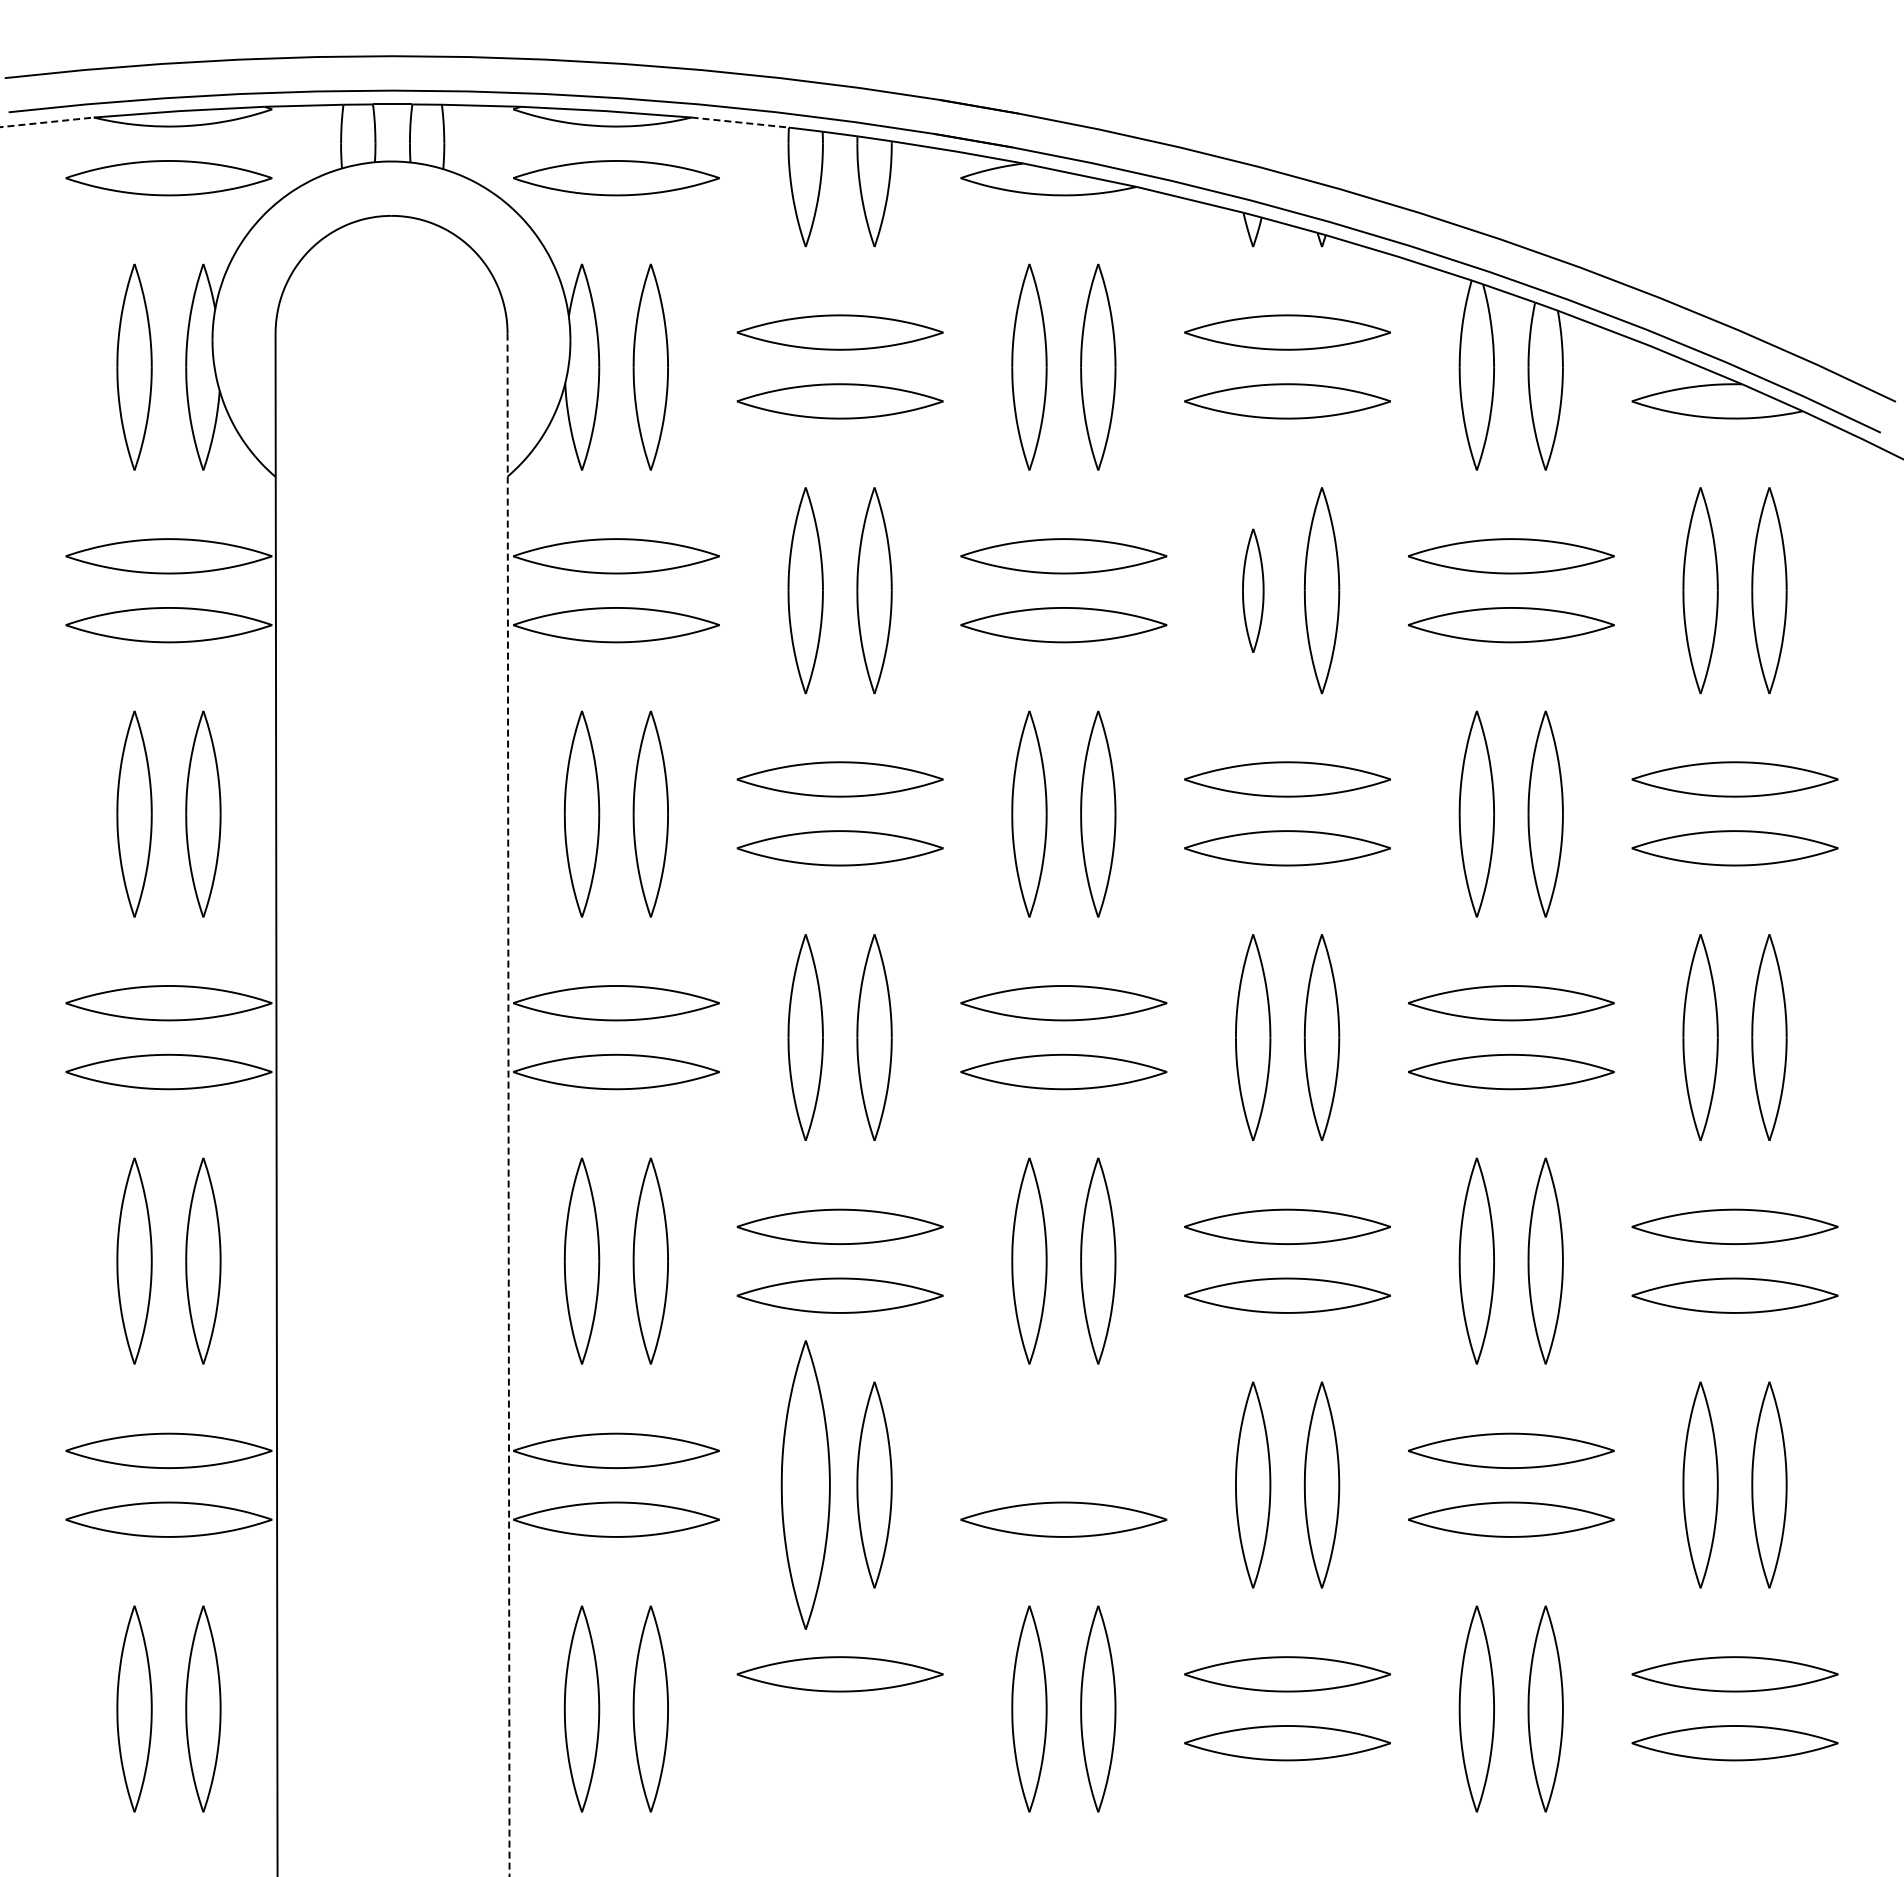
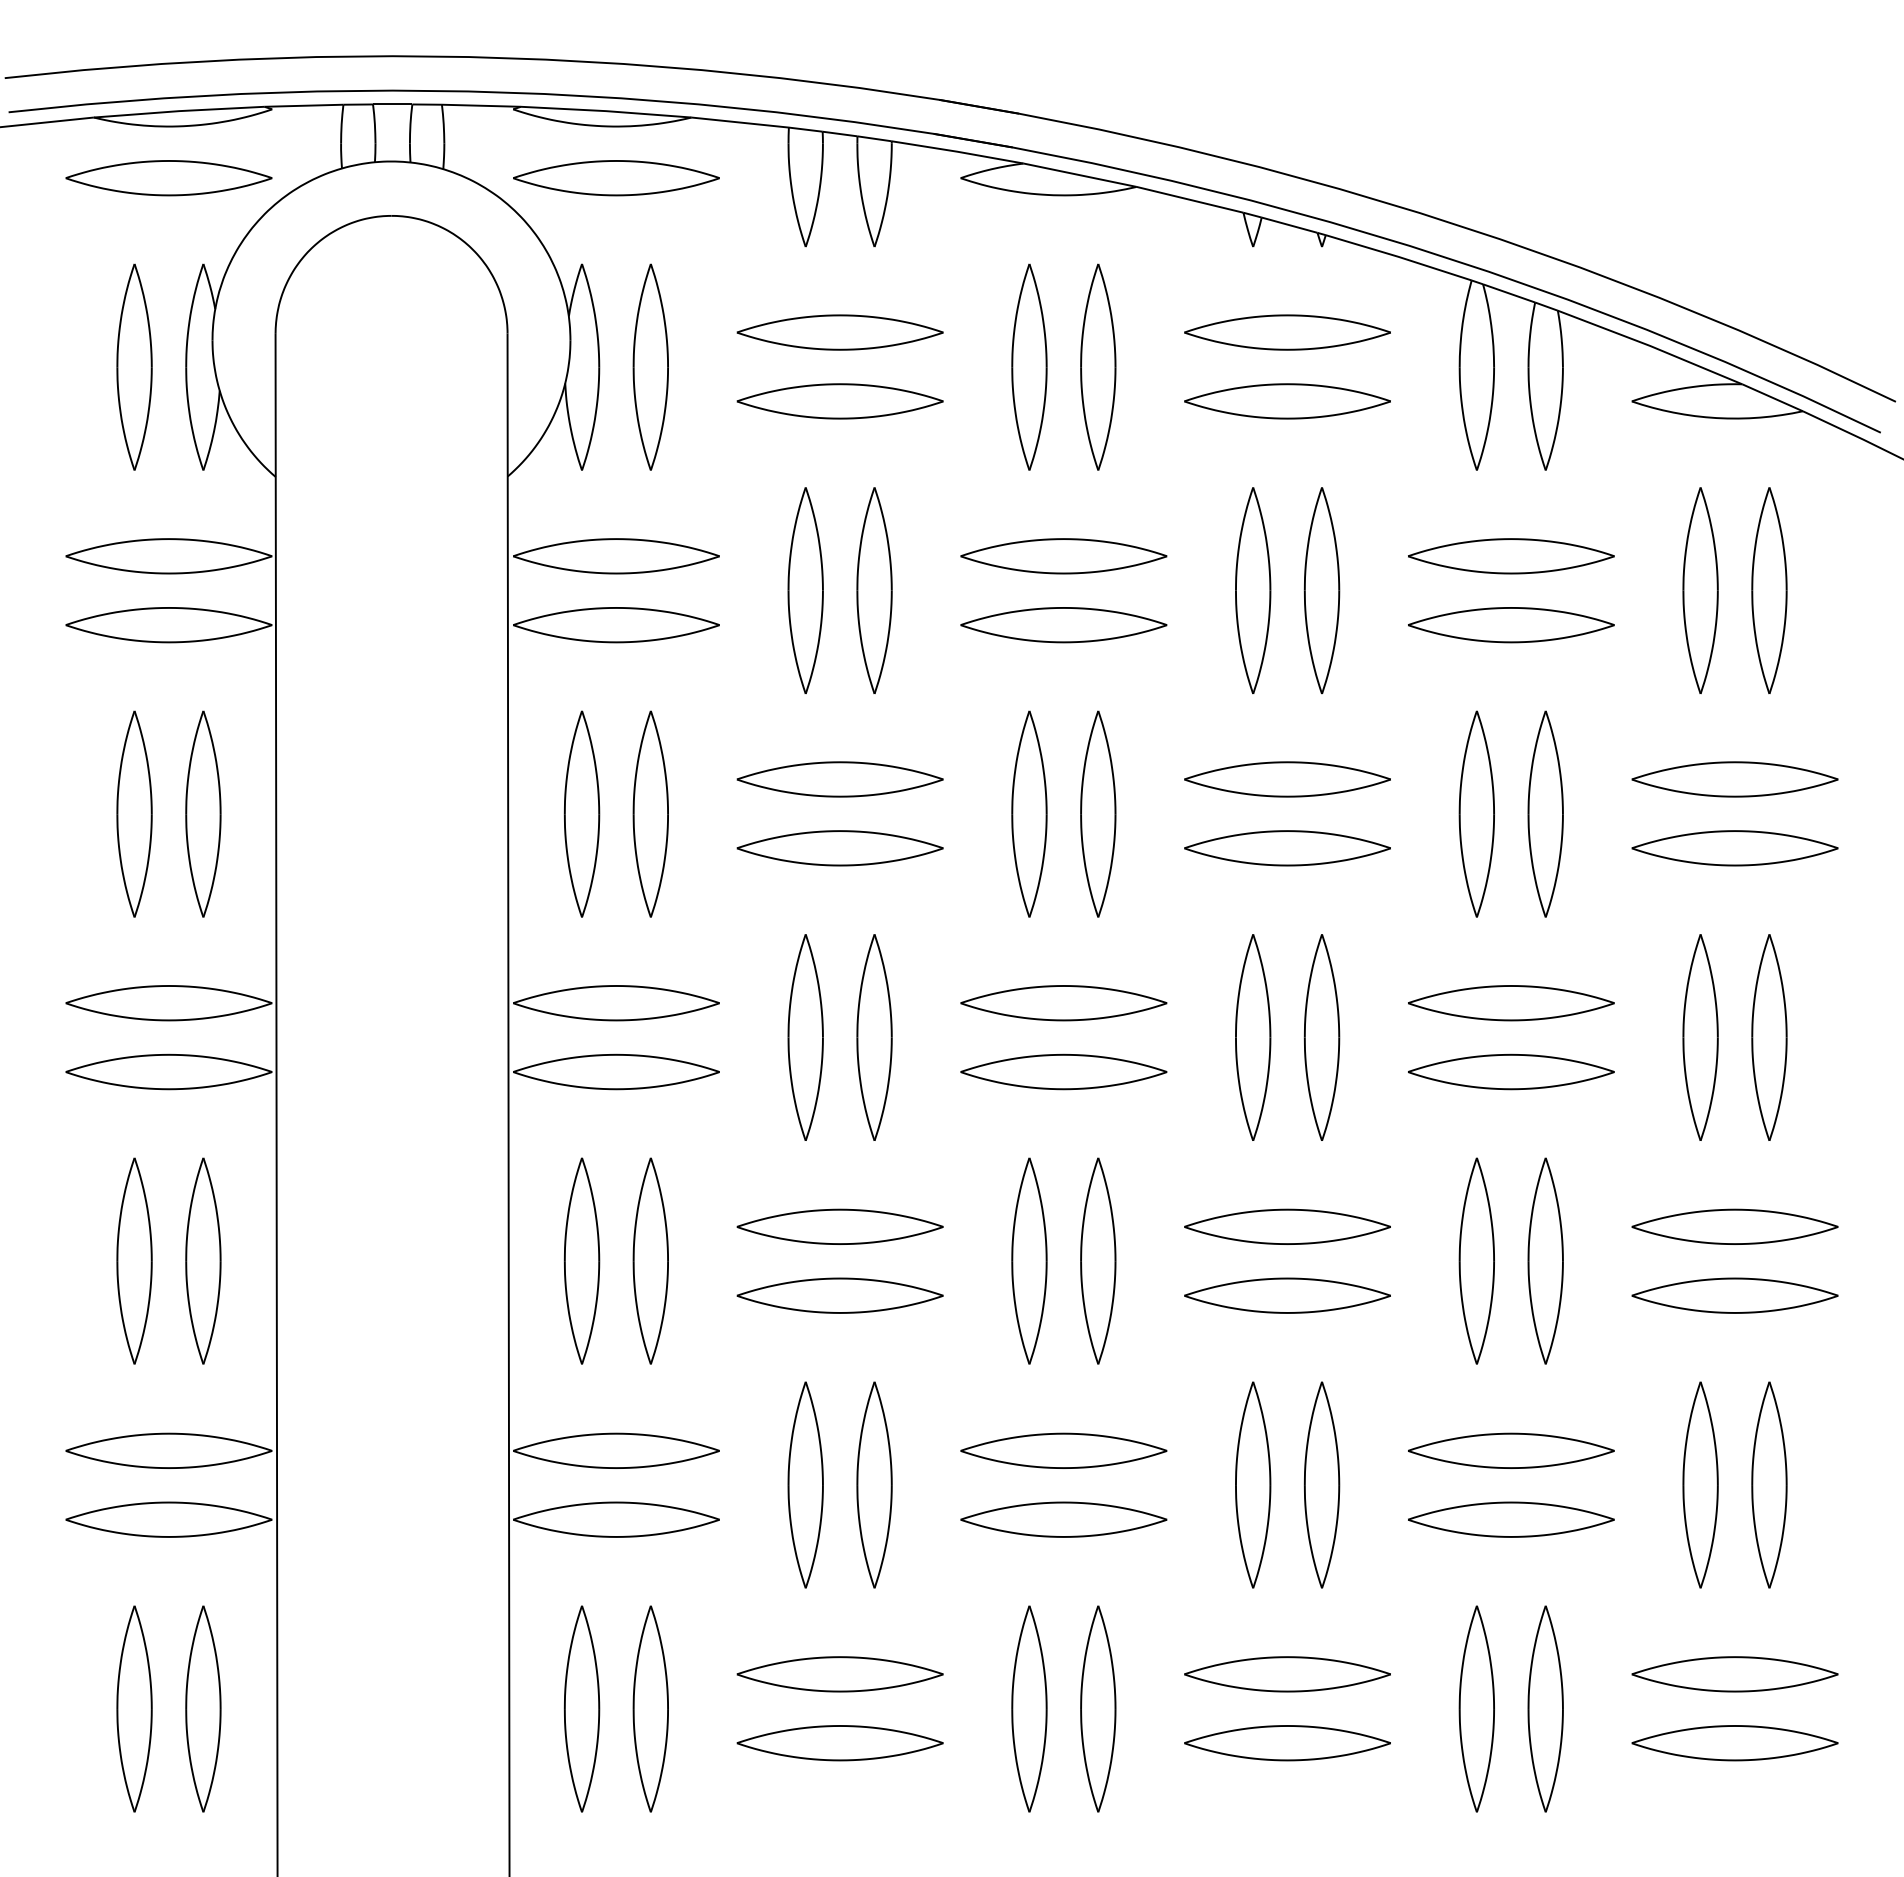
line at (47, 122): dashed -> solid
line at (740, 122): dashed -> solid
part at (1253, 590) size: 23x125 px -> 37x208 px
line at (508, 1105): dashed -> solid
part at (1063, 1450): none -> present
part at (805, 1484) size: 51x290 px -> 37x208 px
part at (839, 1743): none -> present
